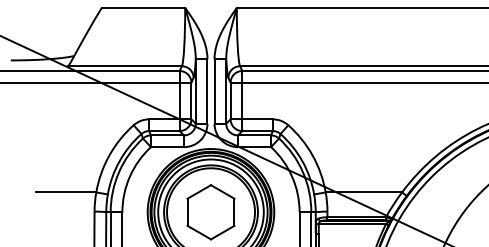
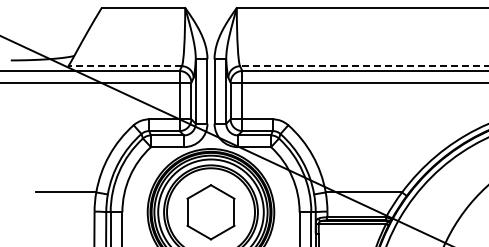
line at (125, 66): solid -> dashed
line at (363, 66): solid -> dashed
